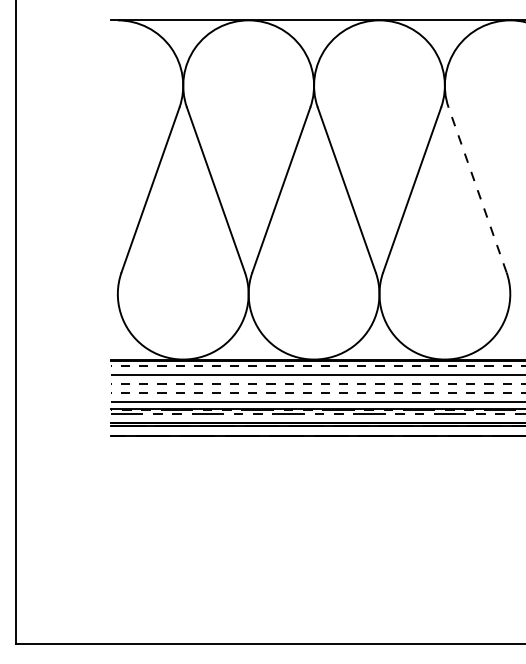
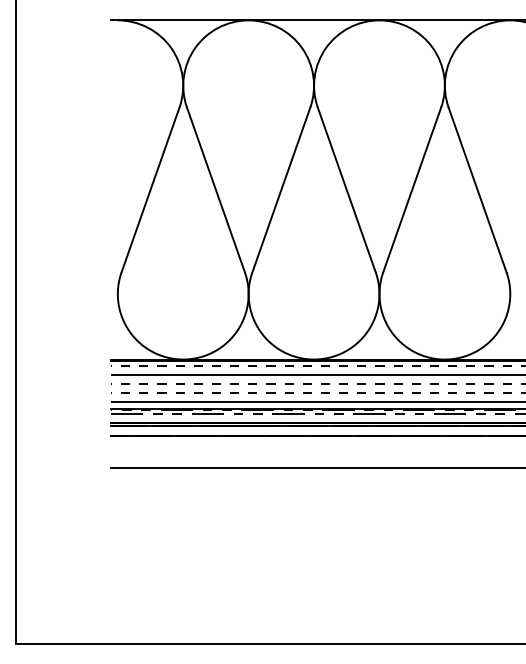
line at (477, 189): dashed -> solid
line at (316, 468): none -> present
